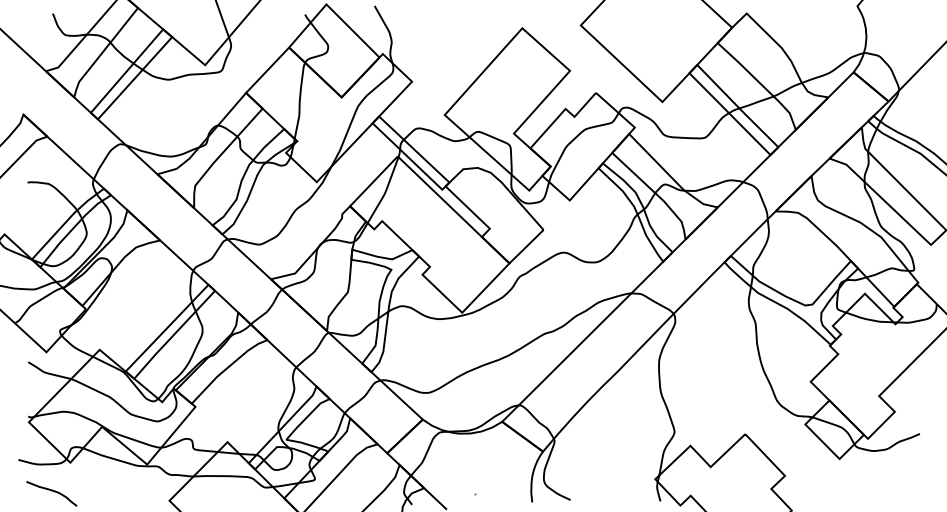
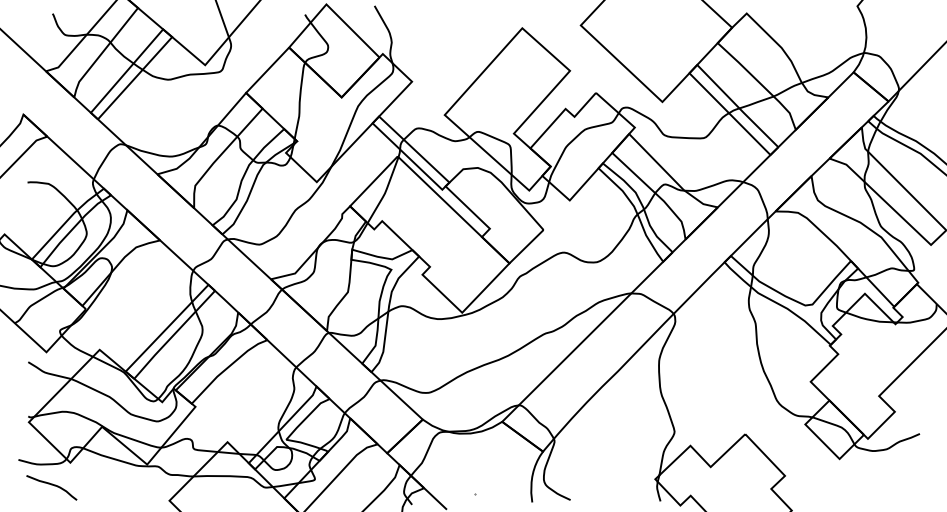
curve at (51, 491) position: (51, 491) -> (51, 485)
